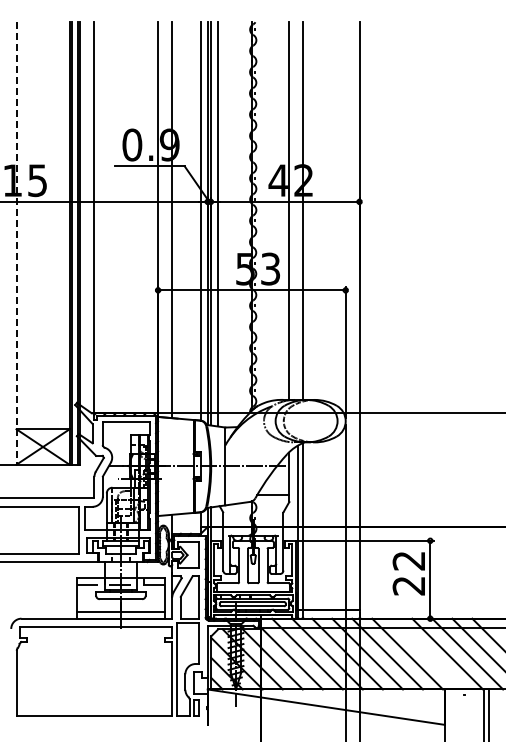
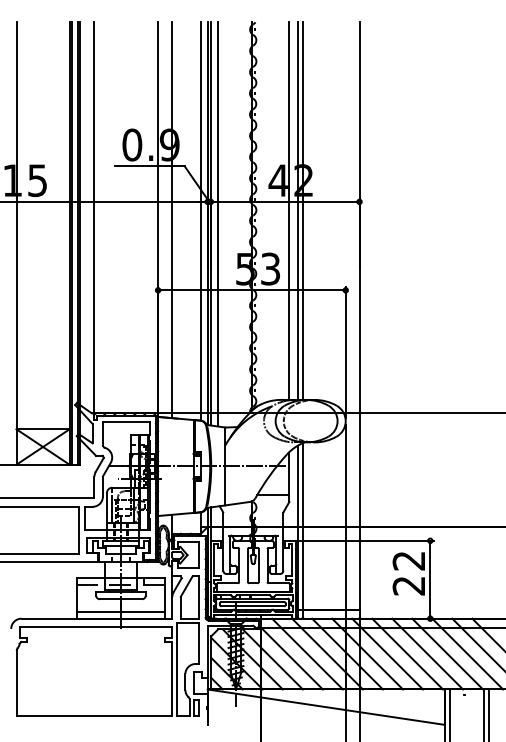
line at (297, 210): none -> present
line at (16, 243): dashed -> solid
line at (427, 653): none -> present
line at (450, 713): none -> present
